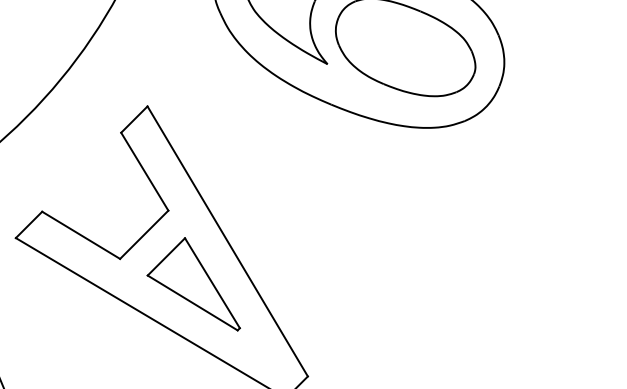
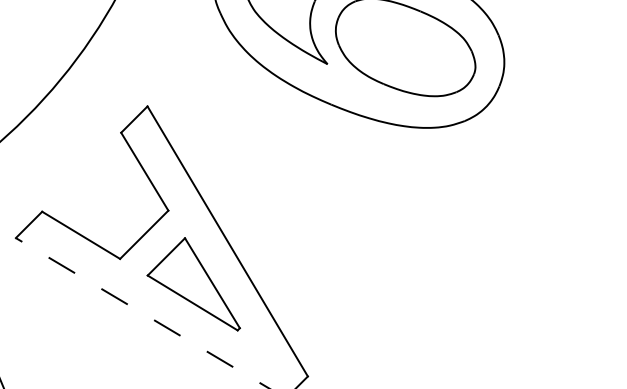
line at (142, 313): solid -> dashed
